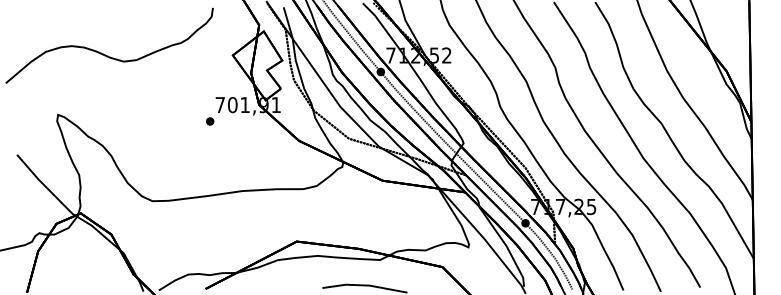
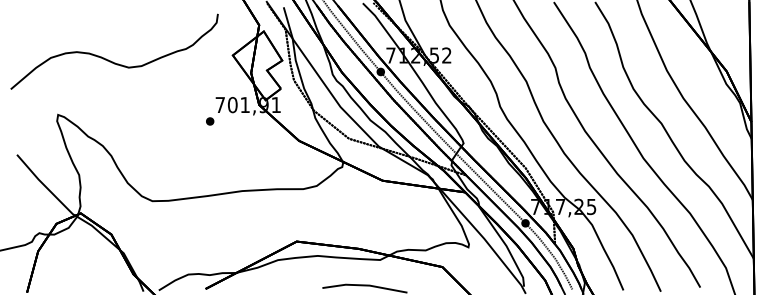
curve at (105, 54) position: (105, 54) -> (110, 60)
